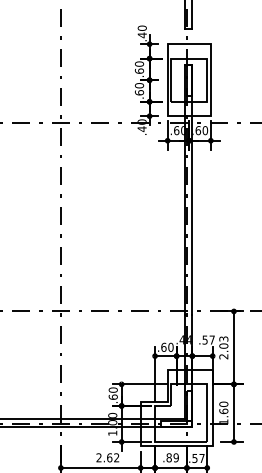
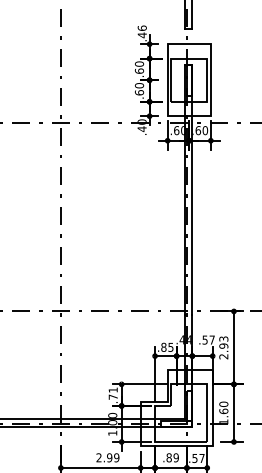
text at (141, 27): .40 -> .46
text at (223, 345): 2.03 -> 2.93
text at (167, 346): .60 -> .85
text at (112, 393): .60 -> .71
text at (113, 457): 2.62 -> 2.99
